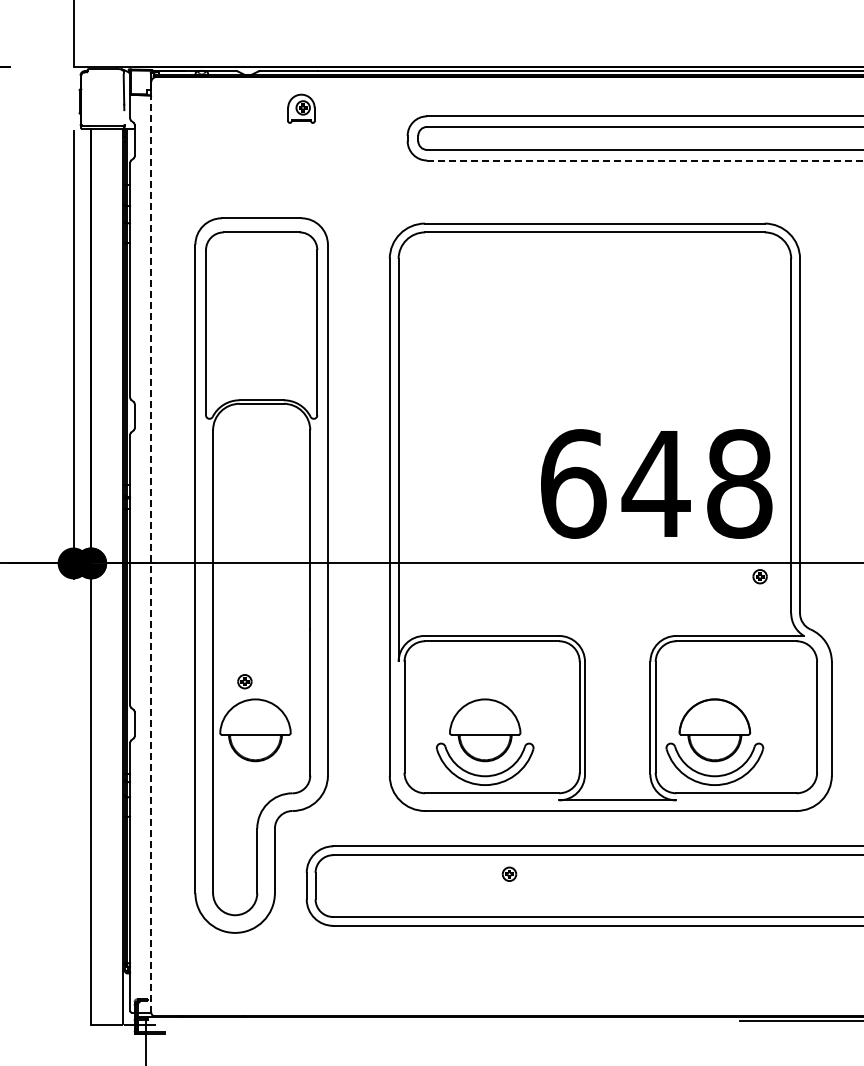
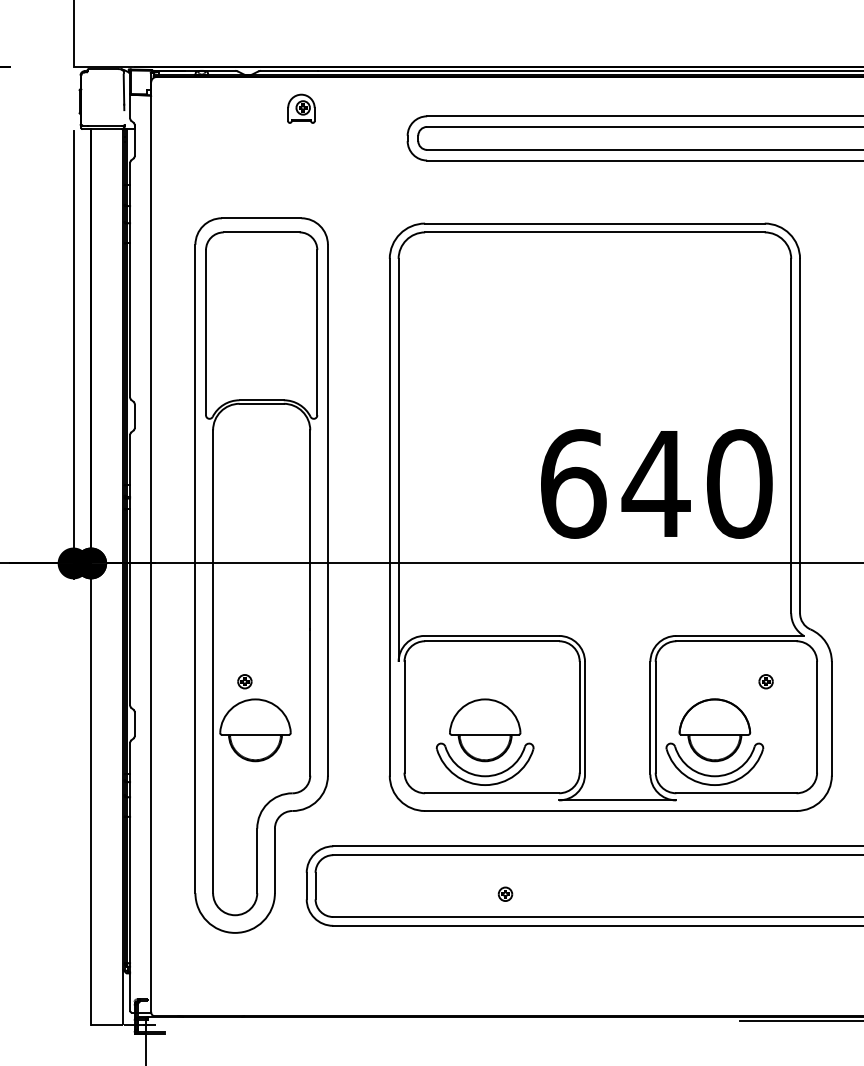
line at (645, 160): dashed -> solid
text at (739, 483): 648 -> 640
line at (151, 546): dashed -> solid
part at (759, 576) position: (759, 576) -> (765, 681)
part at (509, 873) position: (509, 873) -> (505, 893)
